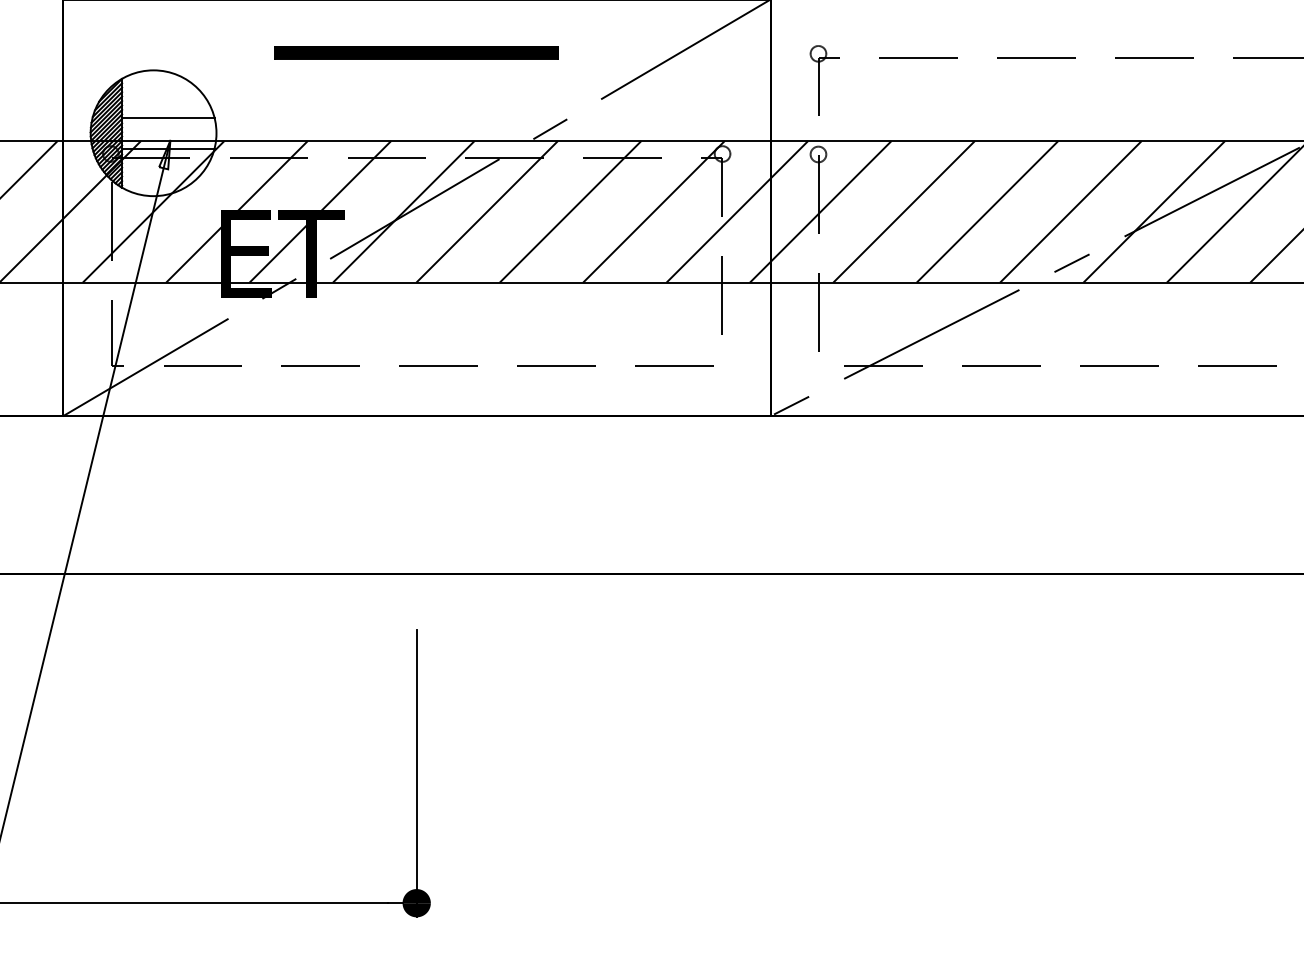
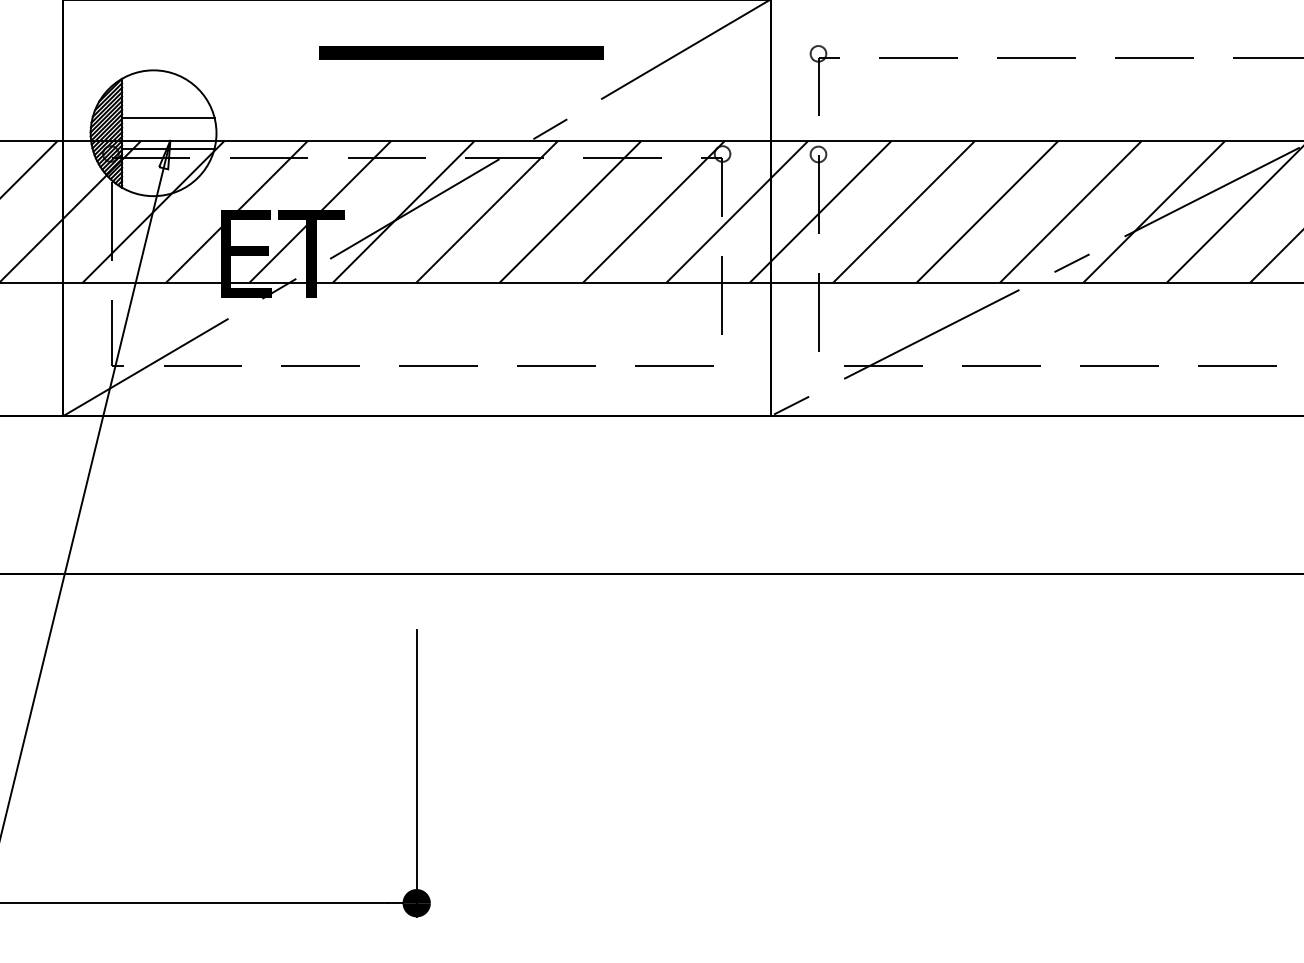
part at (416, 52) position: (416, 52) -> (461, 52)
